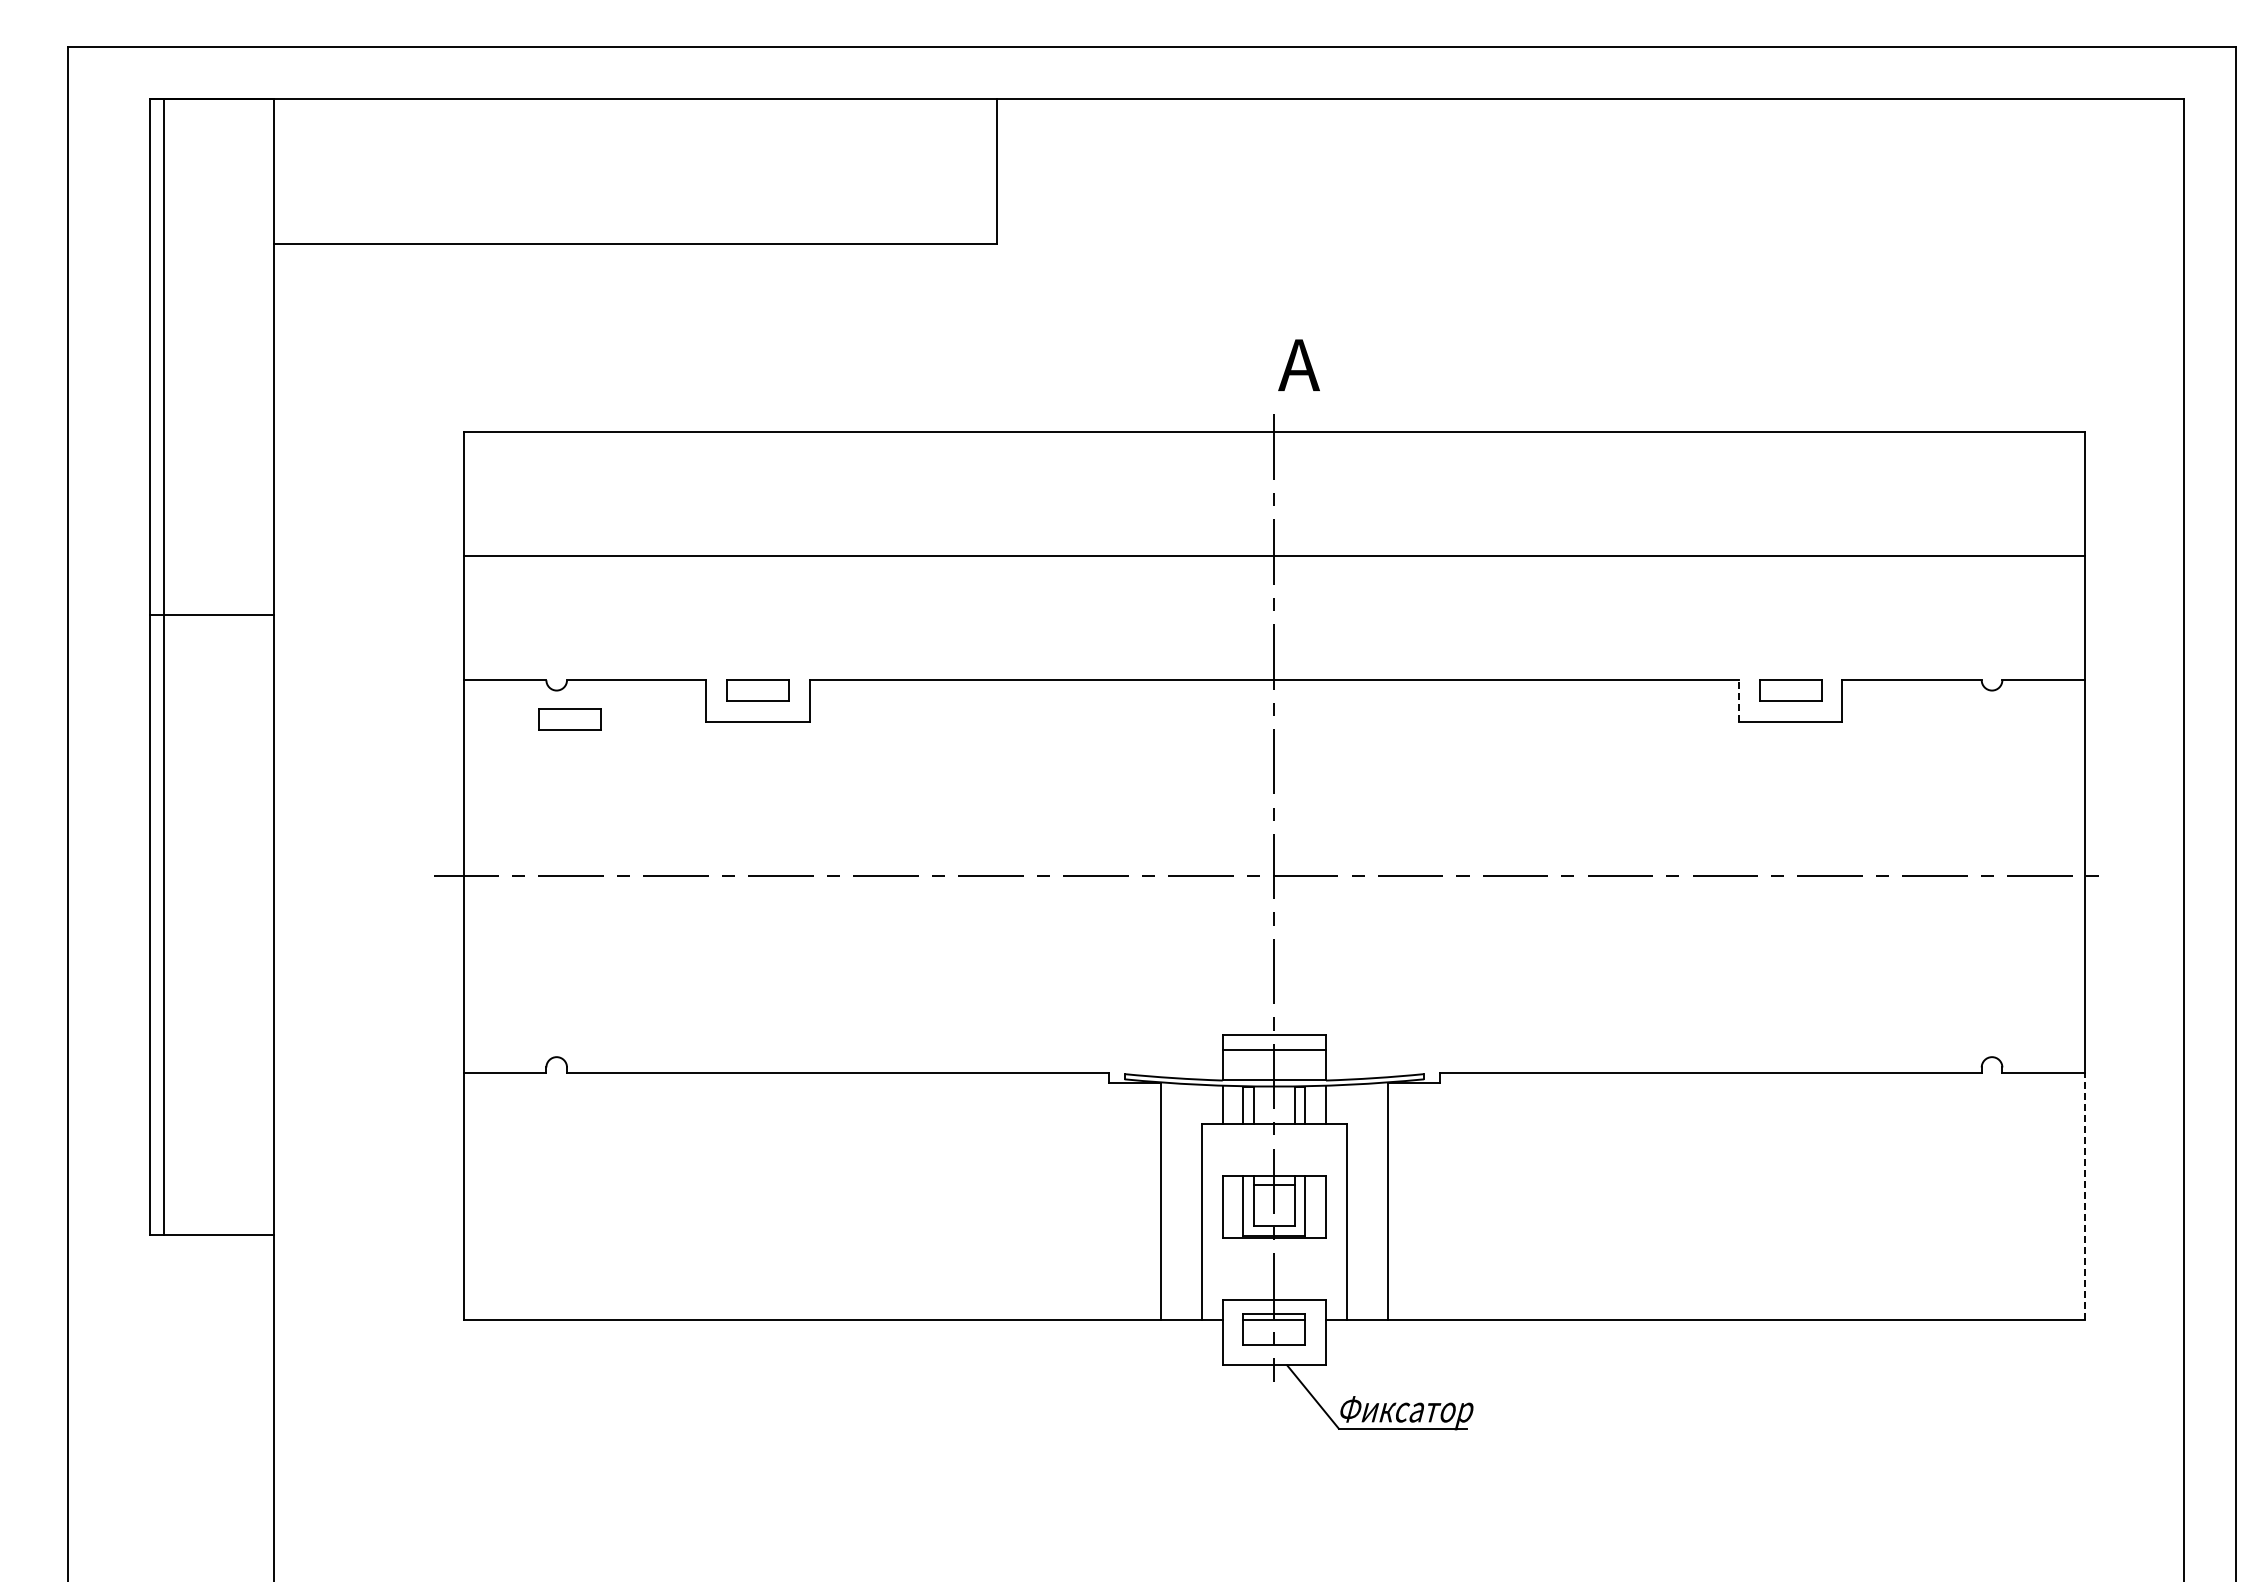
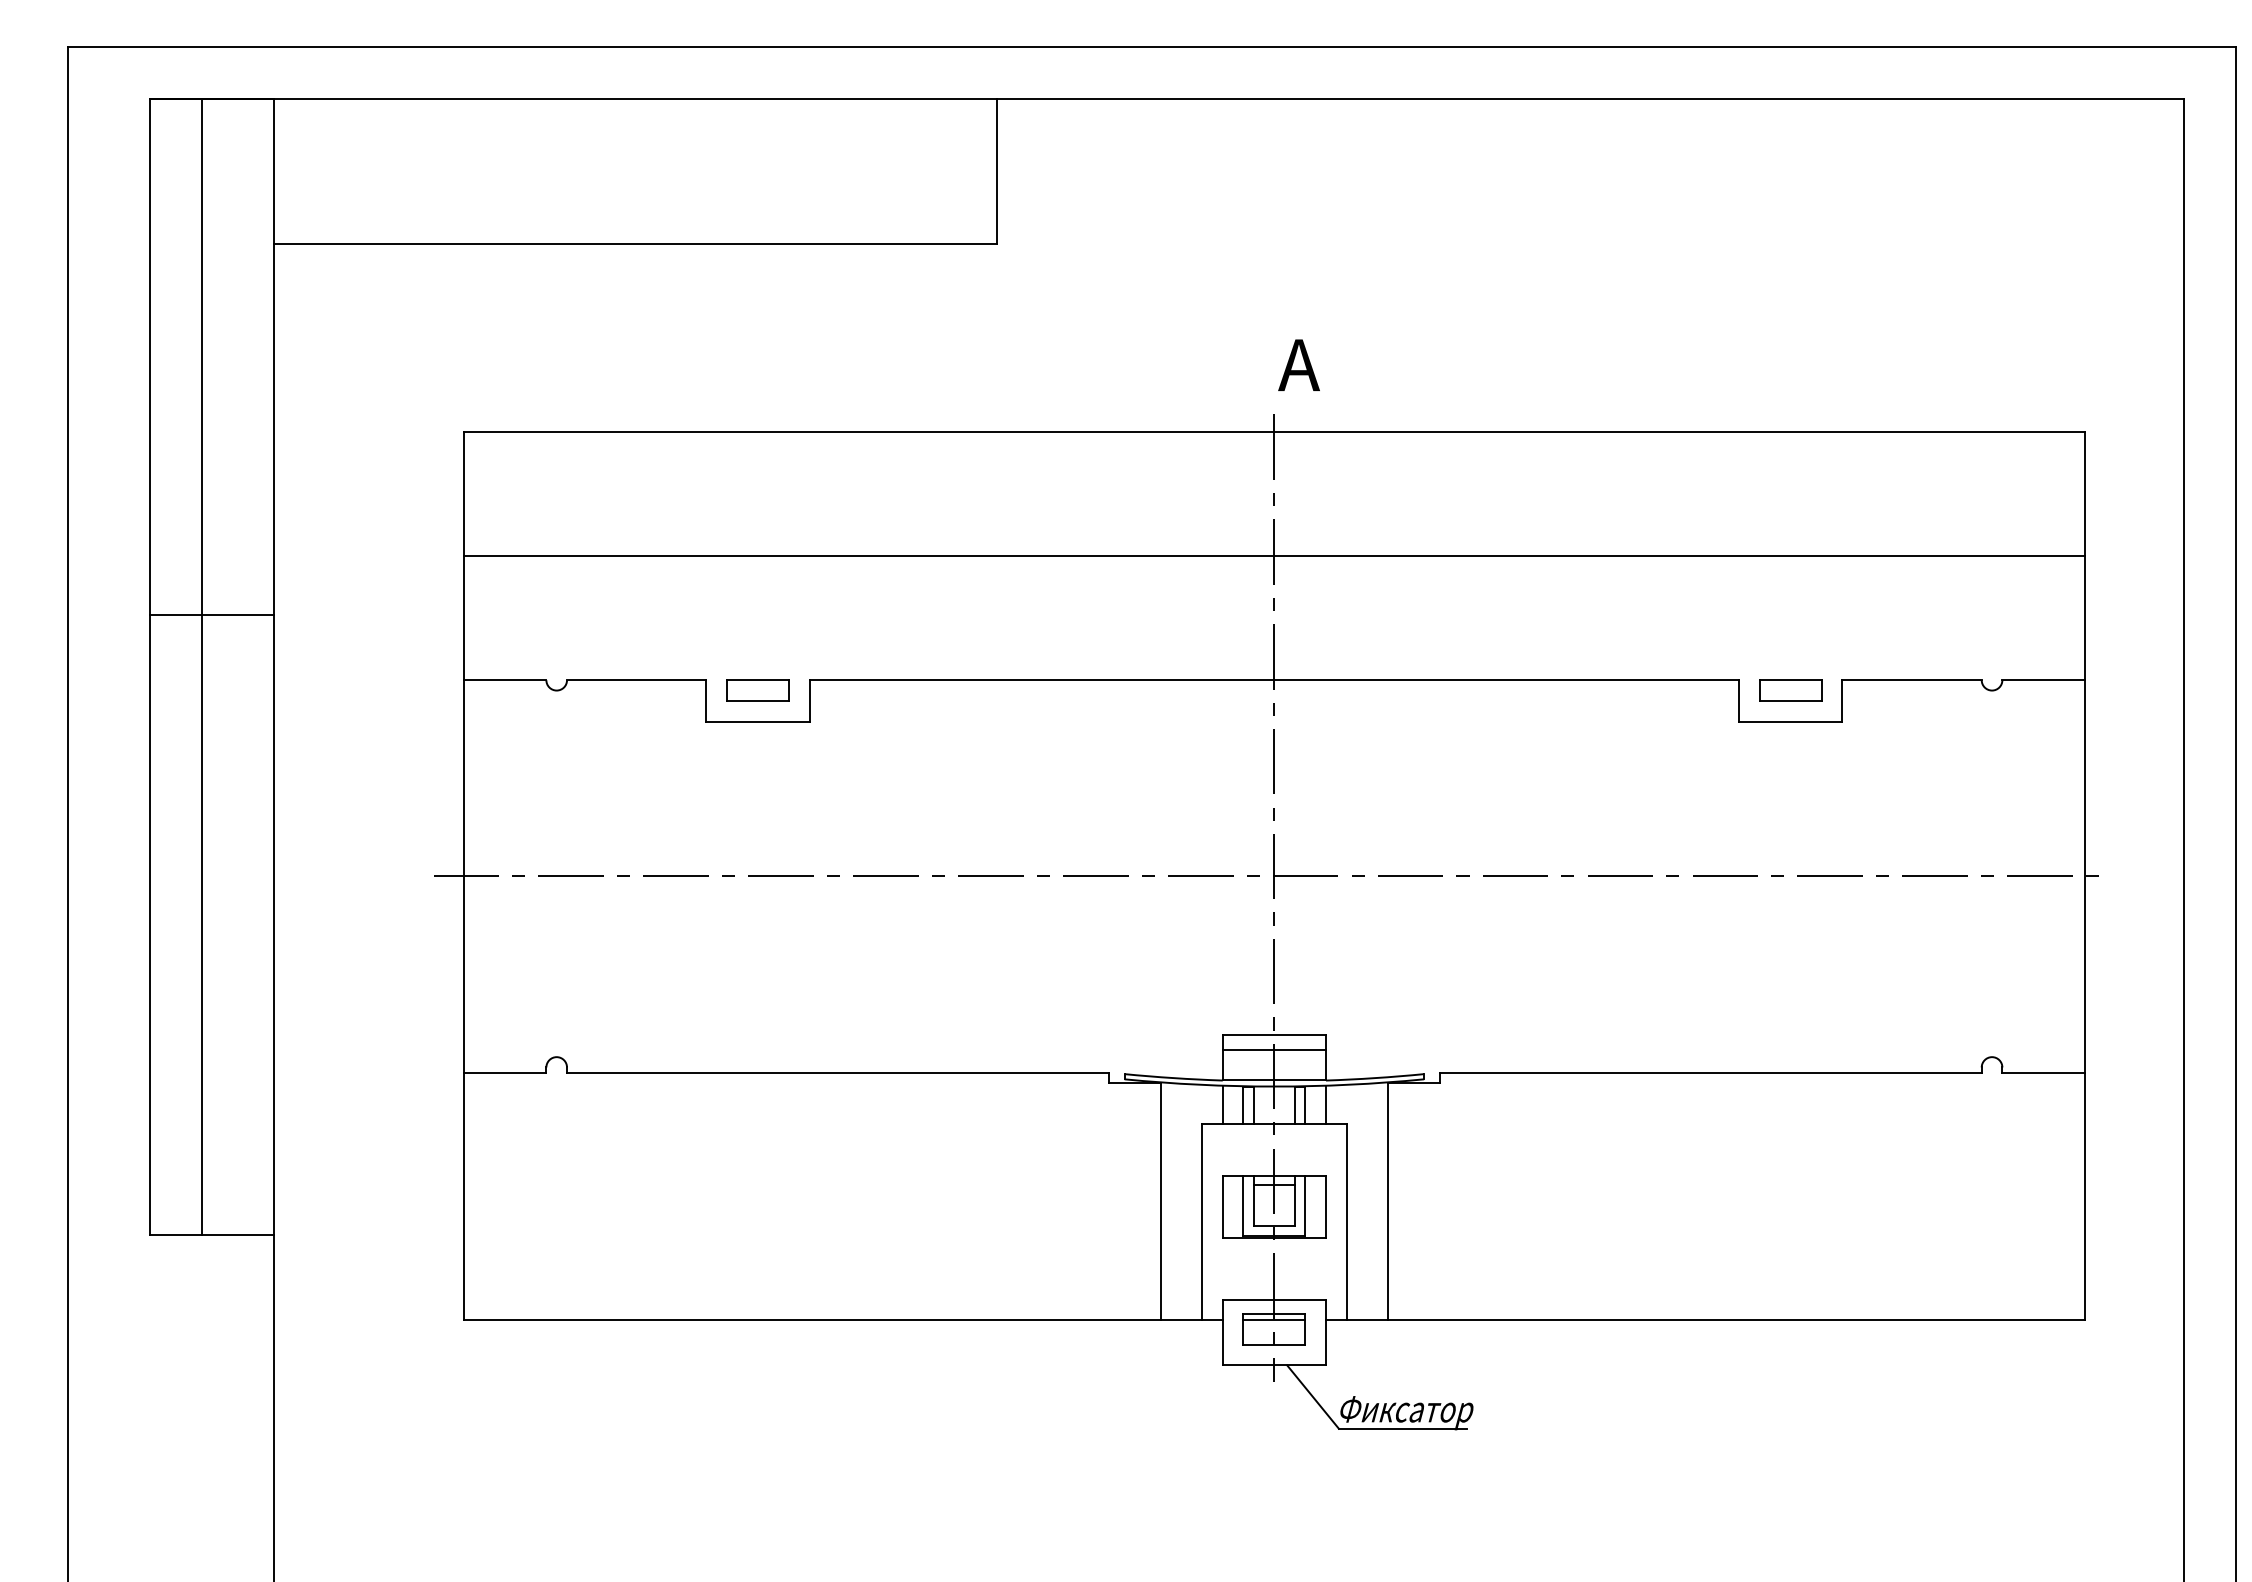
line at (163, 666) position: (163, 666) -> (201, 666)
line at (1739, 700): dashed -> solid
part at (569, 719): present -> none
line at (2084, 1196): dashed -> solid
